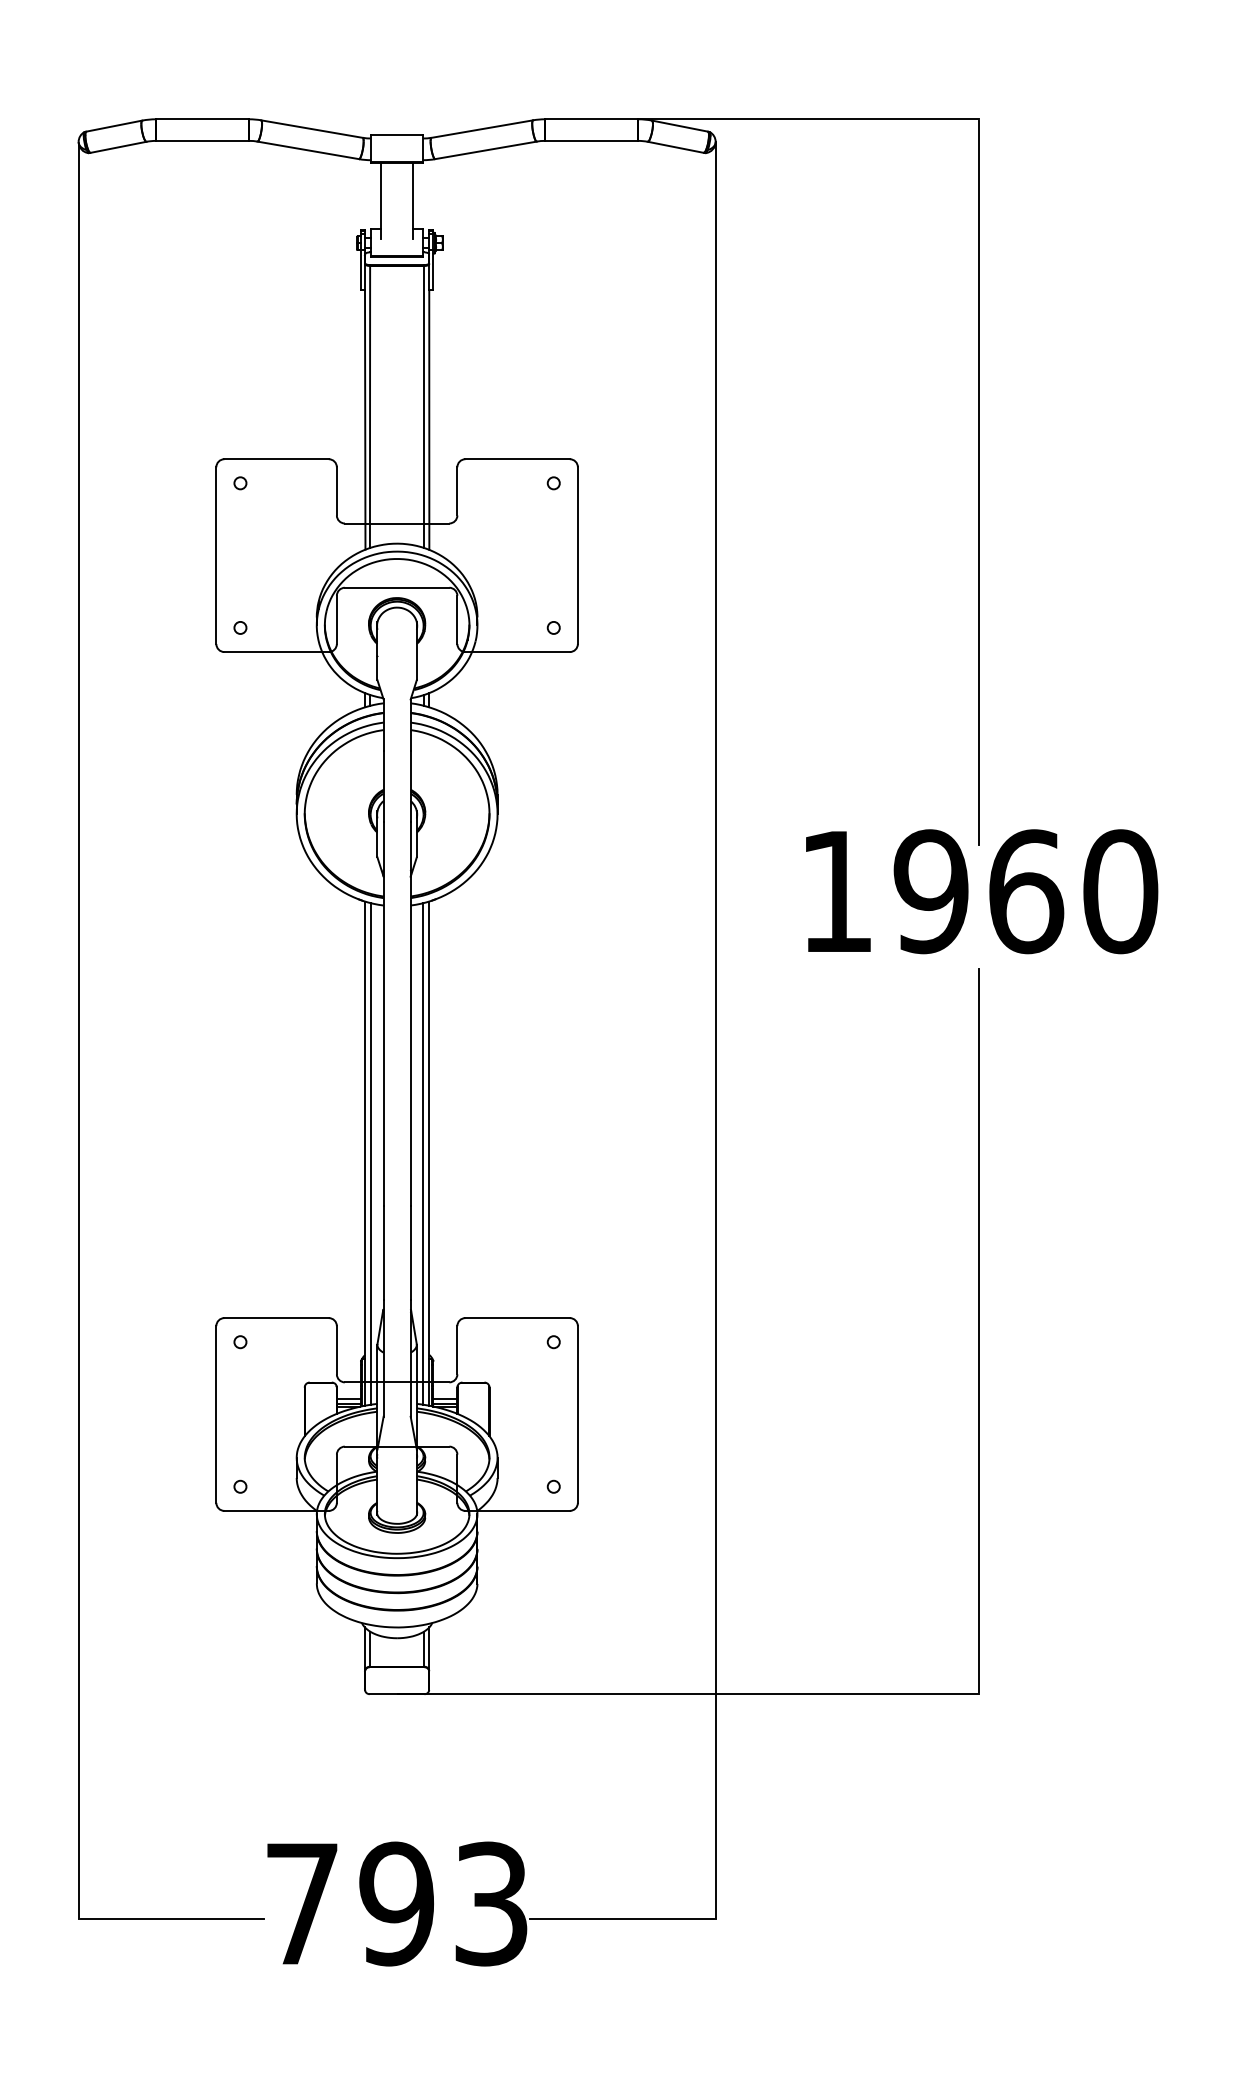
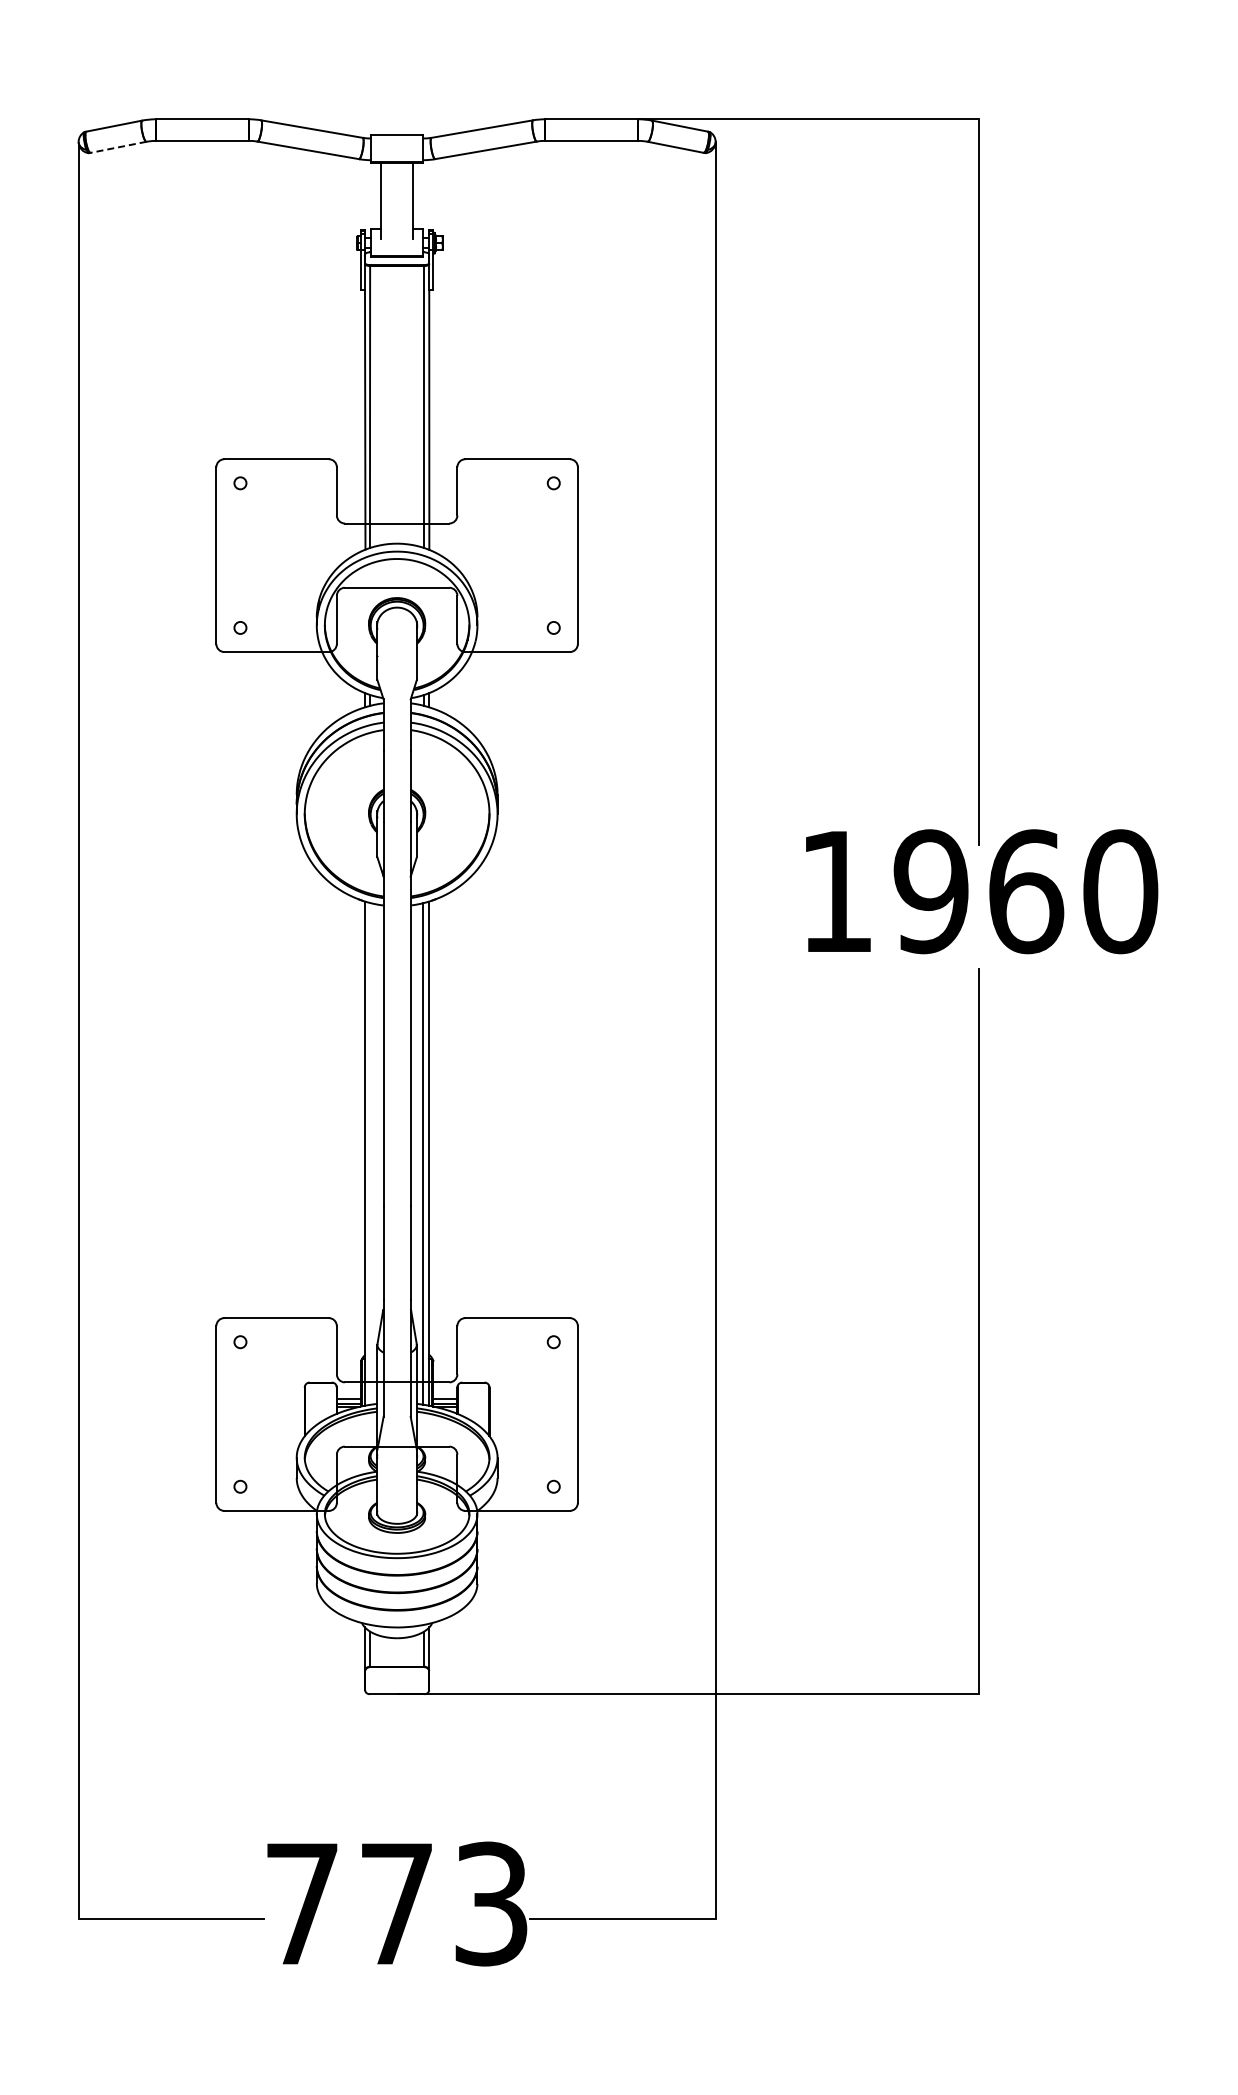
line at (118, 147): solid -> dashed
line at (371, 1153): present -> none
text at (396, 1903): 793 -> 773
